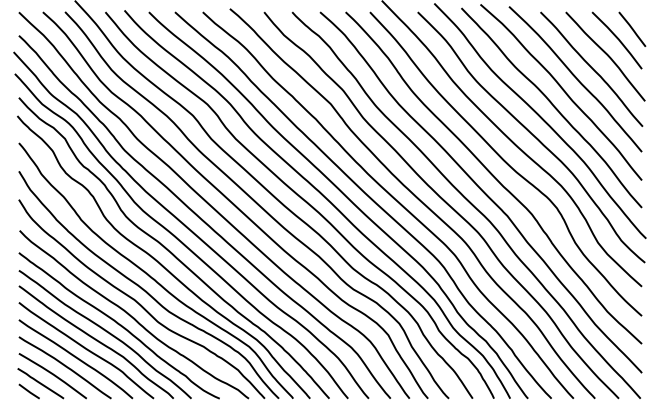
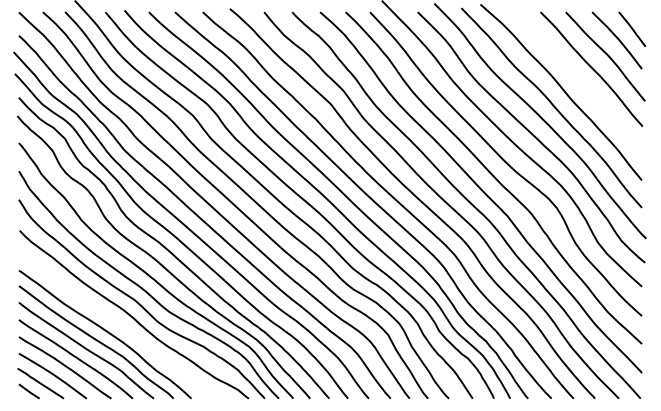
curve at (575, 78): present -> none
curve at (118, 324): present -> none
